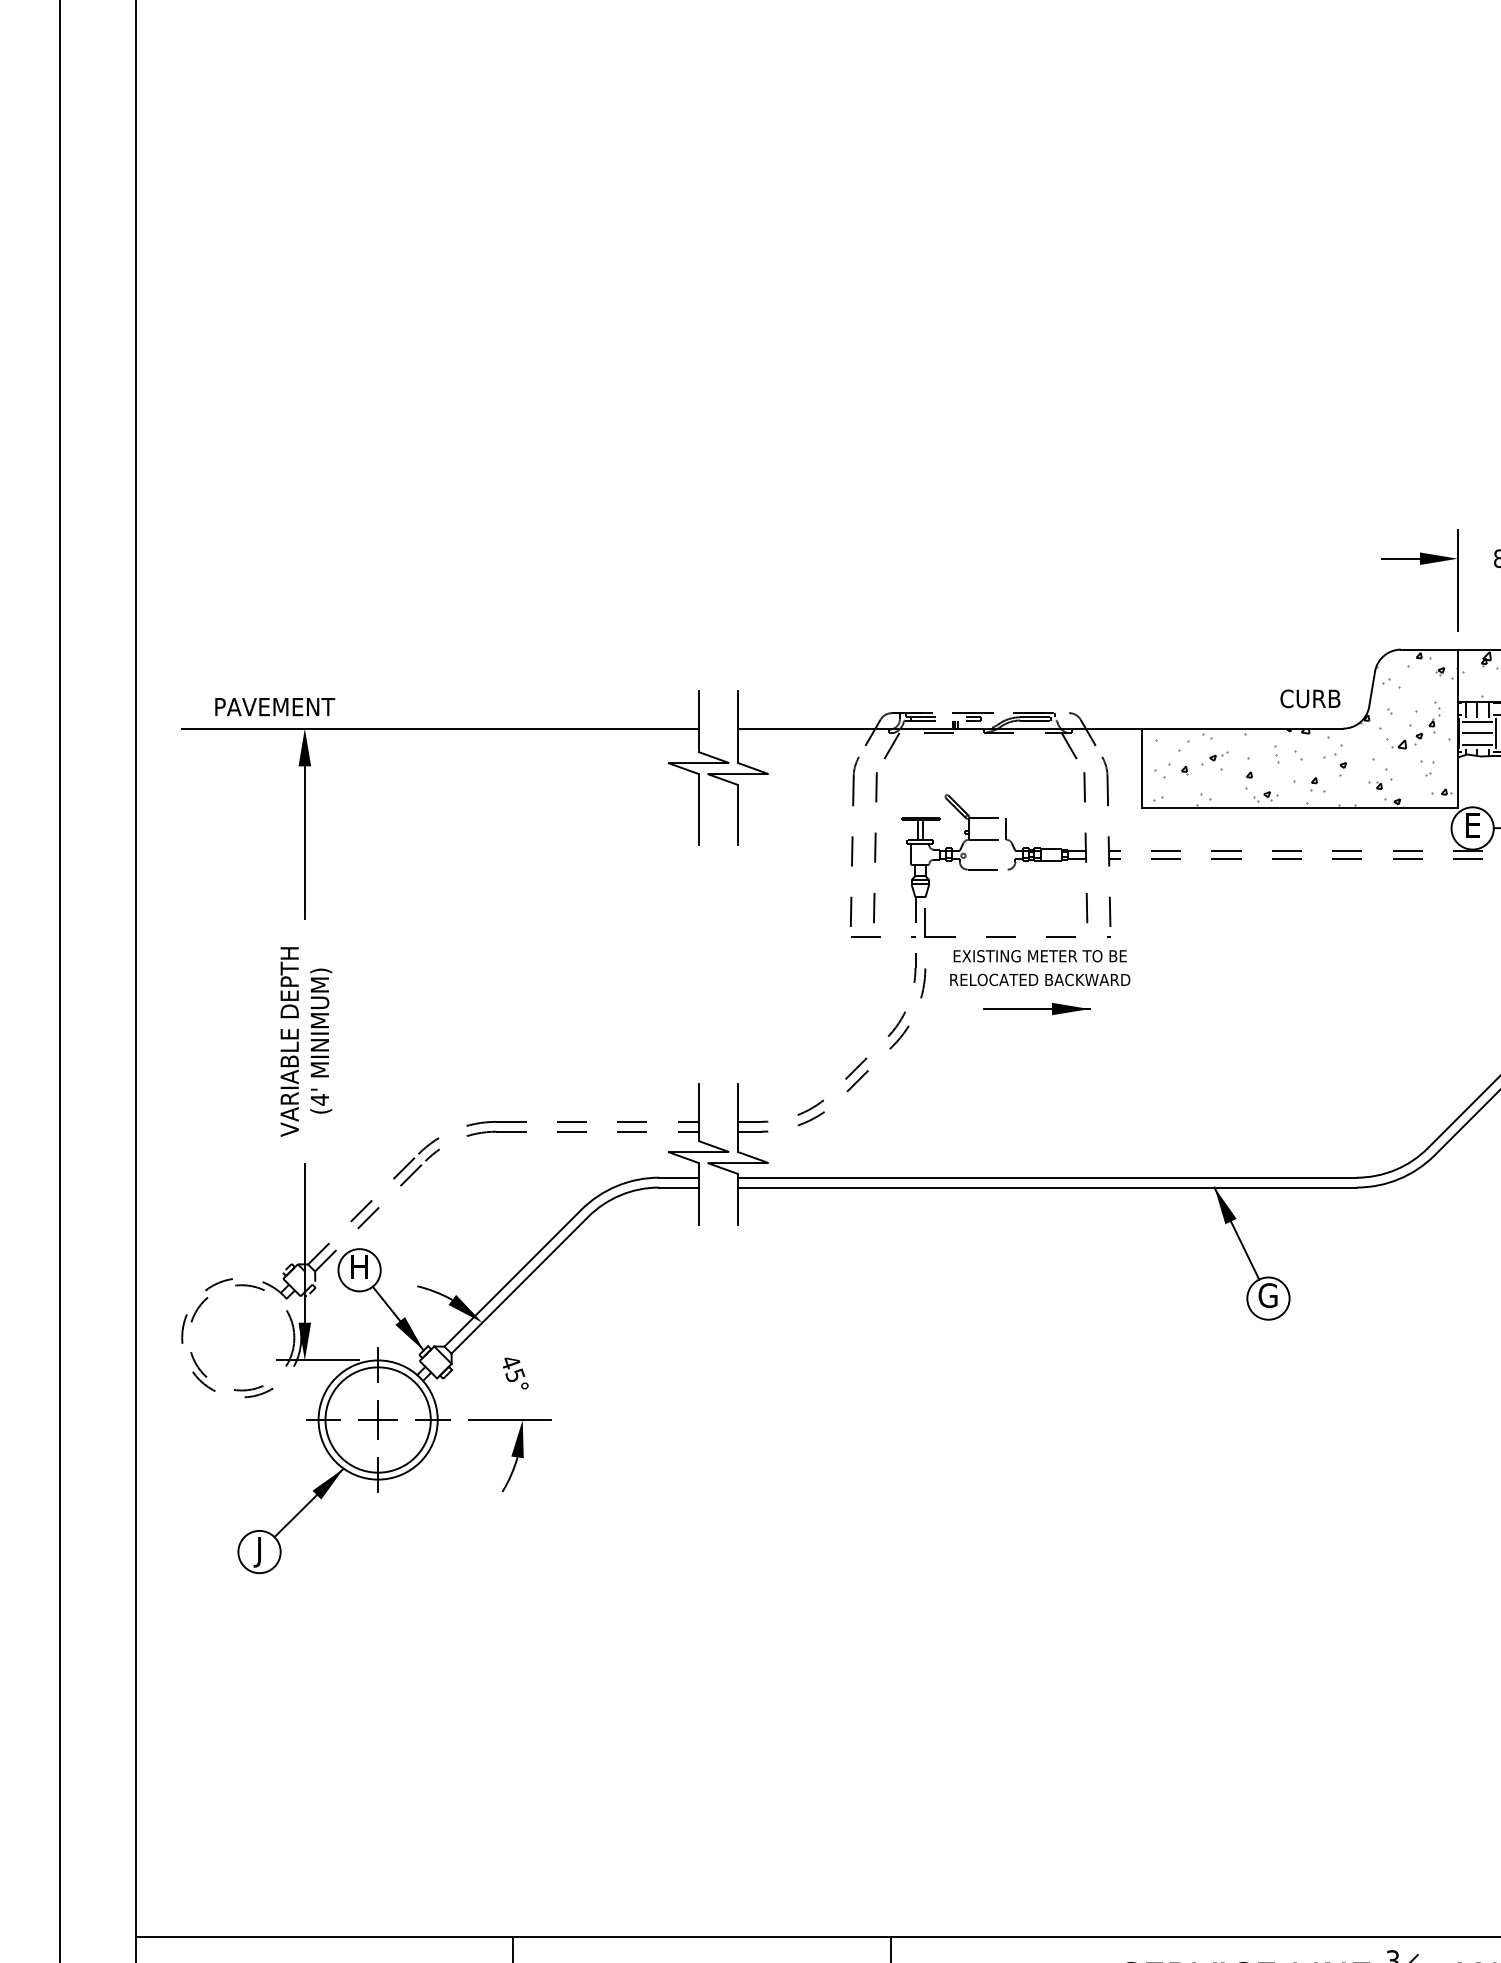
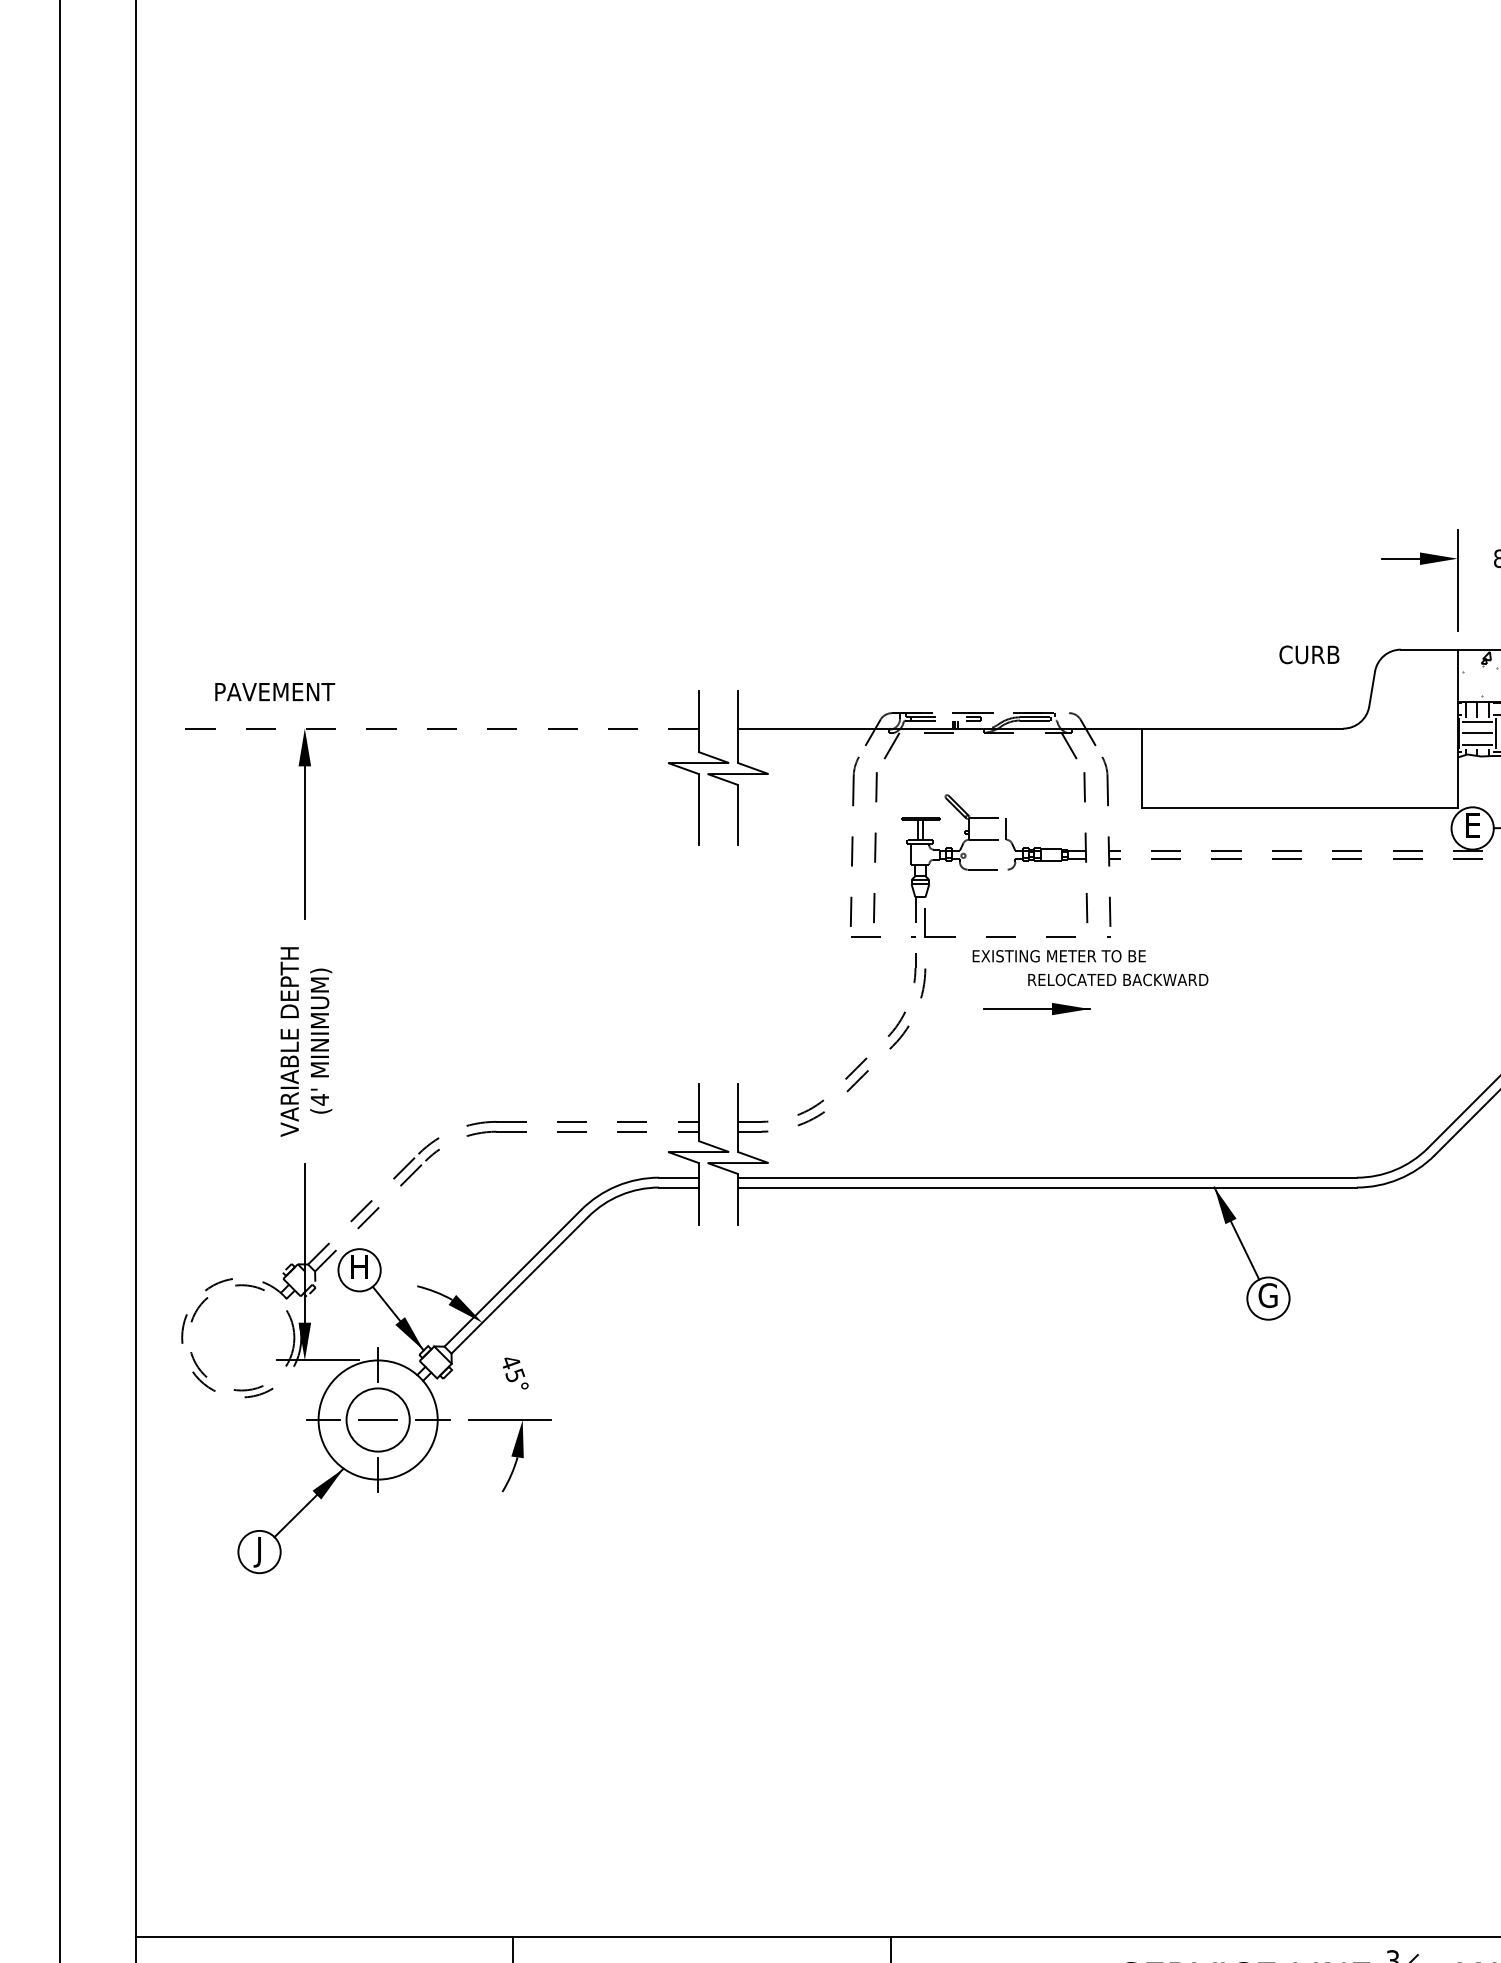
text at (1310, 698) position: (1310, 698) -> (1309, 654)
text at (275, 707) position: (275, 707) -> (275, 692)
line at (439, 728): solid -> dashed
hatch at (1305, 729): present -> none
text at (1039, 956) position: (1039, 956) -> (1058, 956)
text at (1040, 979) position: (1040, 979) -> (1118, 979)
circle at (377, 1419) diameter: 105 px -> 63 px
line at (378, 1419): present -> none
